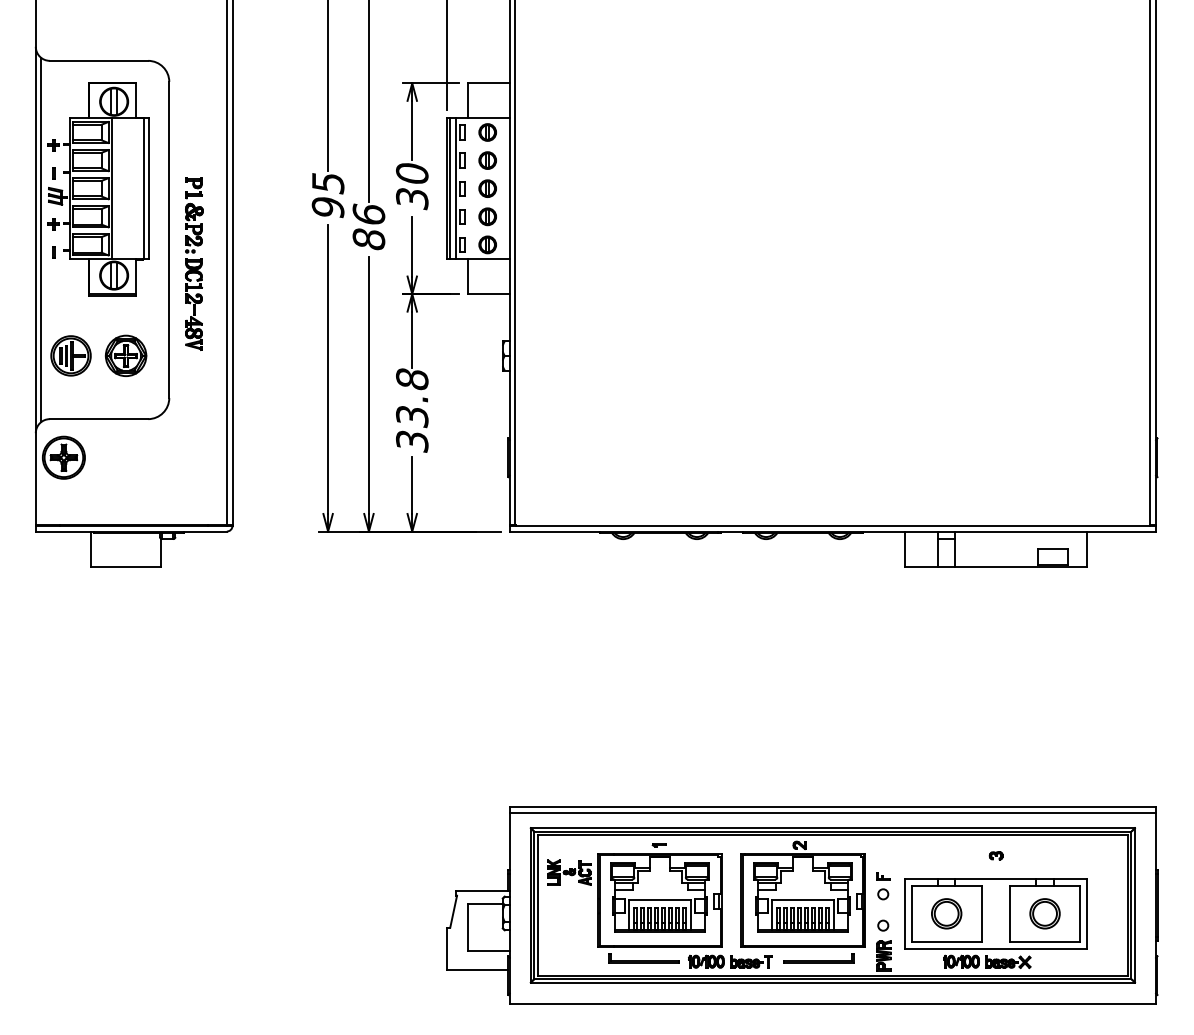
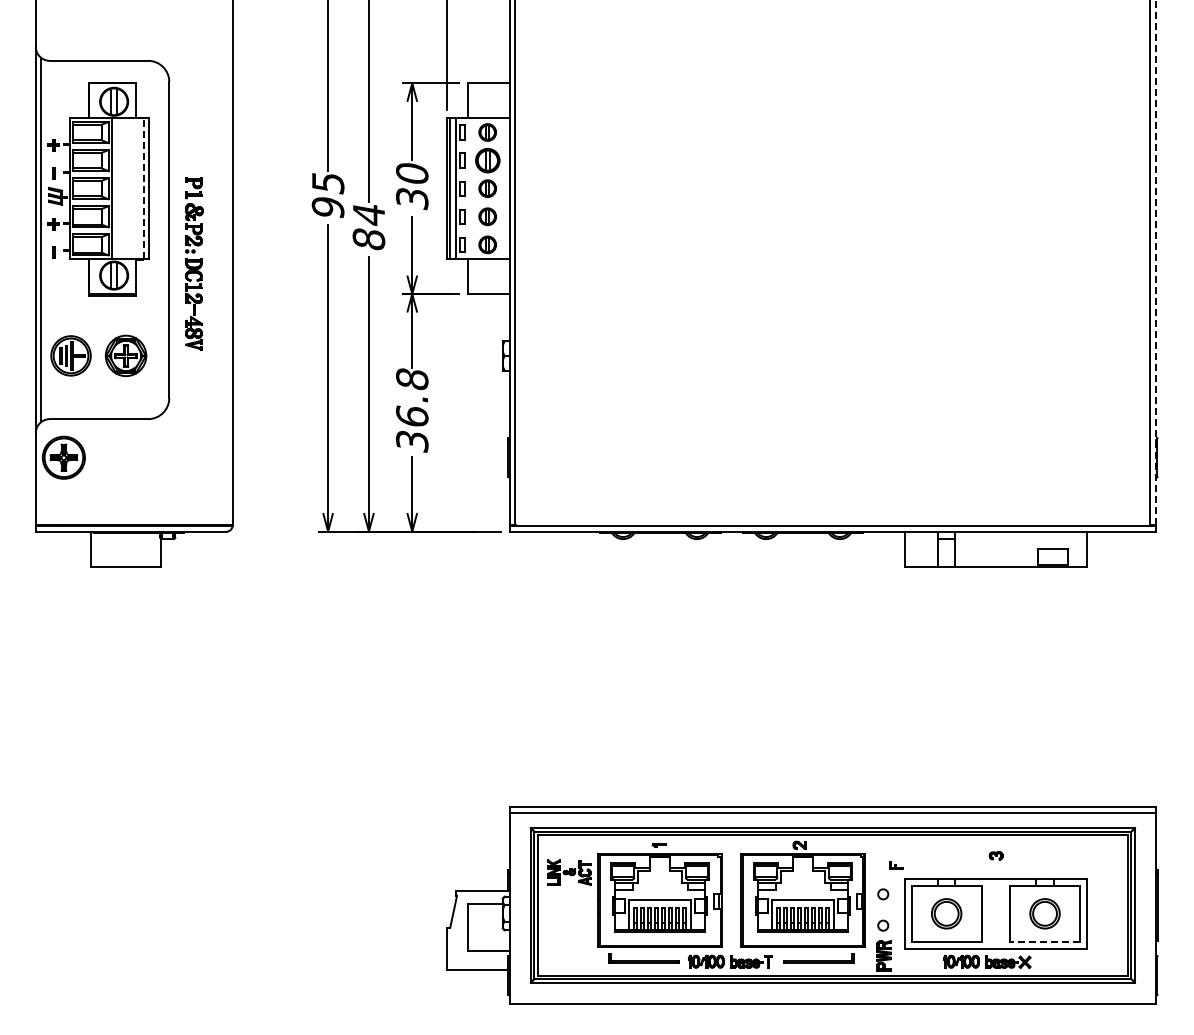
part at (487, 160) size: 19x19 px -> 26x26 px
line at (143, 188): solid -> dashed
text at (368, 214): 86 -> 84
line at (1156, 262): solid -> dashed
line at (226, 263): present -> none
text at (412, 416): 33.8 -> 36.8
part at (883, 876) position: (883, 876) -> (896, 865)
line at (1044, 941): solid -> dashed
